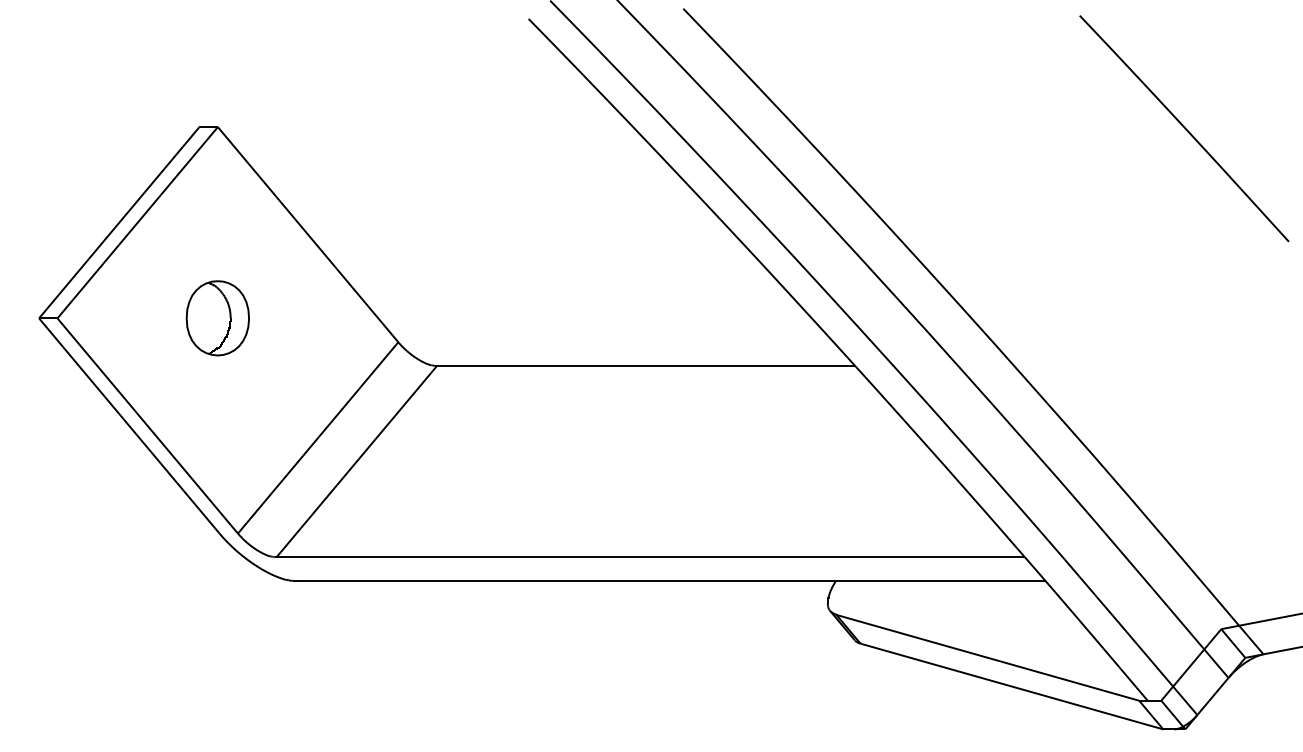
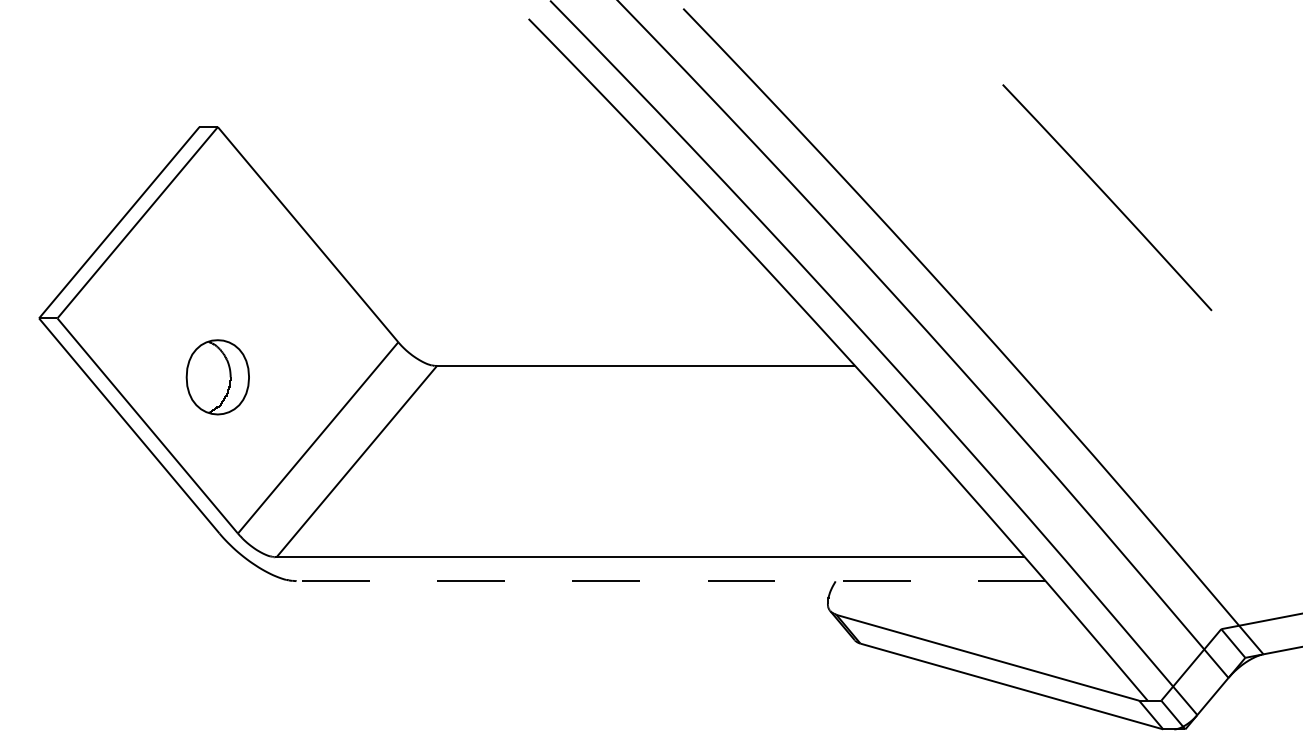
curve at (1184, 128) position: (1184, 128) -> (1107, 197)
part at (217, 318) position: (217, 318) -> (217, 377)
line at (671, 581): solid -> dashed
